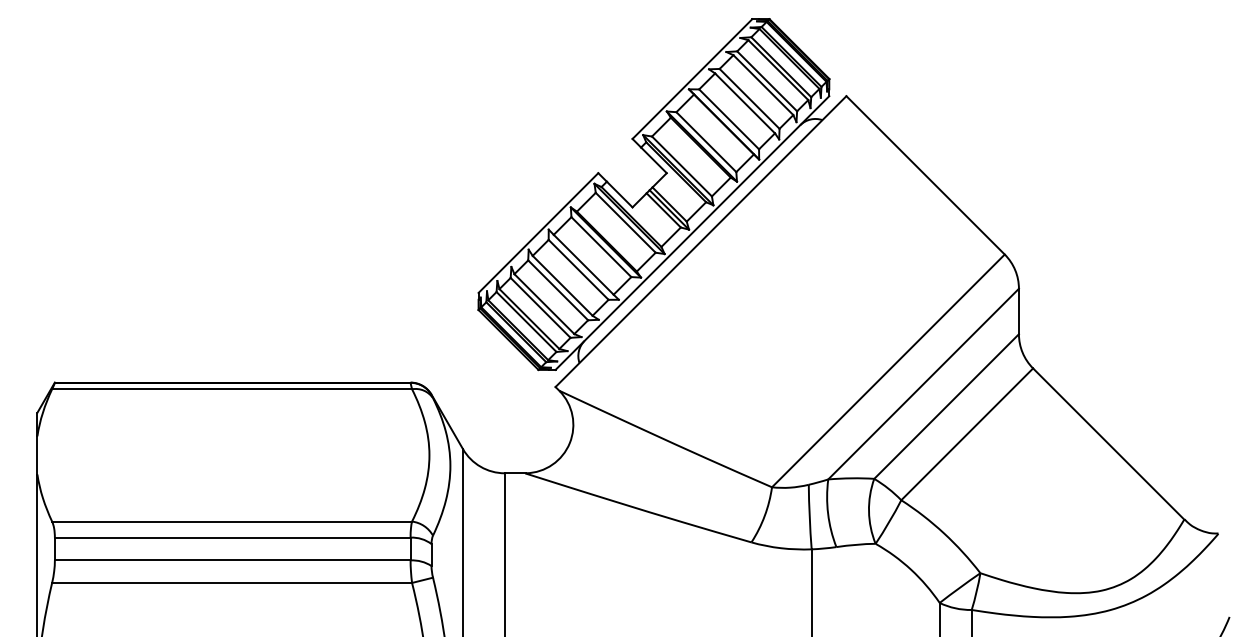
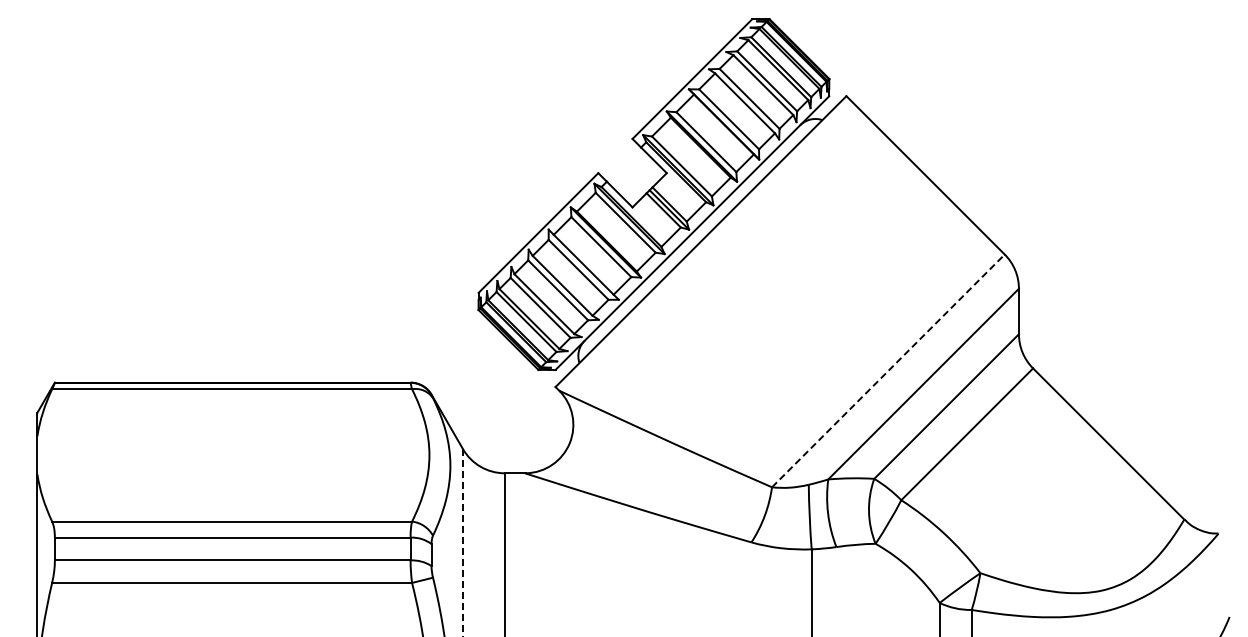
line at (888, 370): solid -> dashed
line at (462, 543): solid -> dashed
